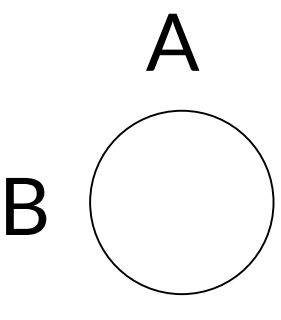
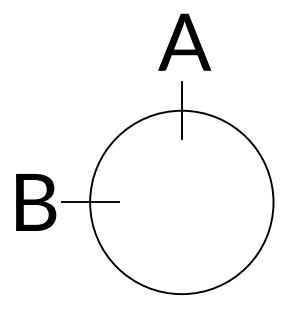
text at (172, 41) position: (172, 41) -> (184, 41)
line at (181, 110): none -> present
line at (89, 202): none -> present
text at (26, 206) position: (26, 206) -> (36, 202)
